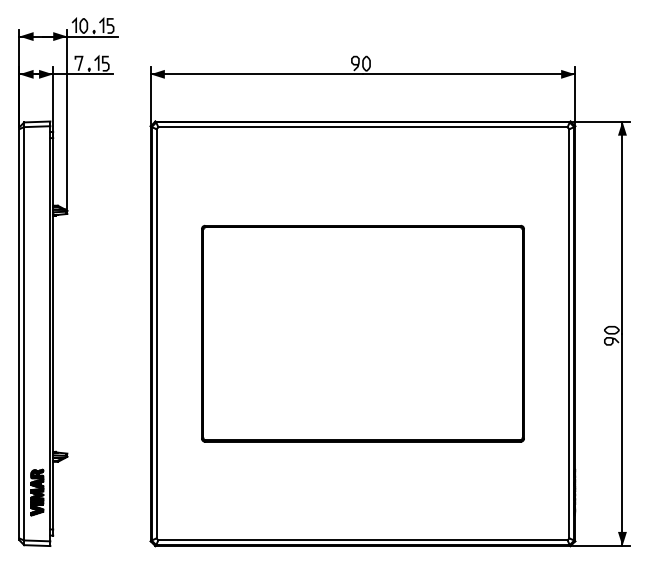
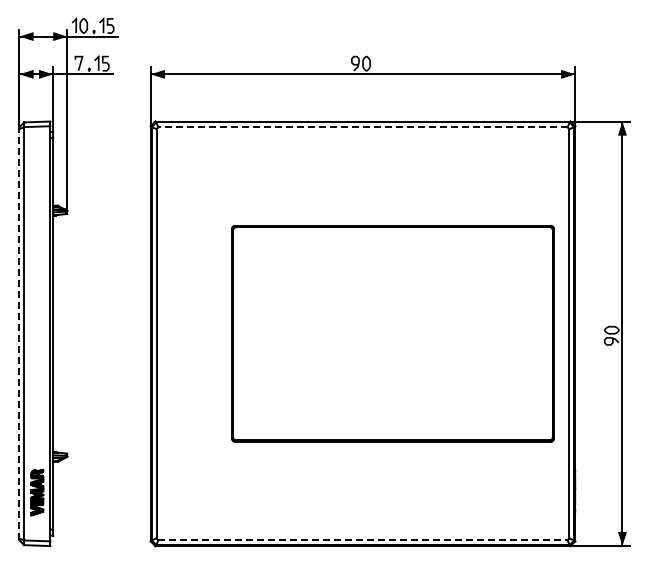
line at (362, 127): solid -> dashed
line at (19, 333): solid -> dashed
part at (362, 333) position: (362, 333) -> (392, 333)
line at (362, 540): solid -> dashed
